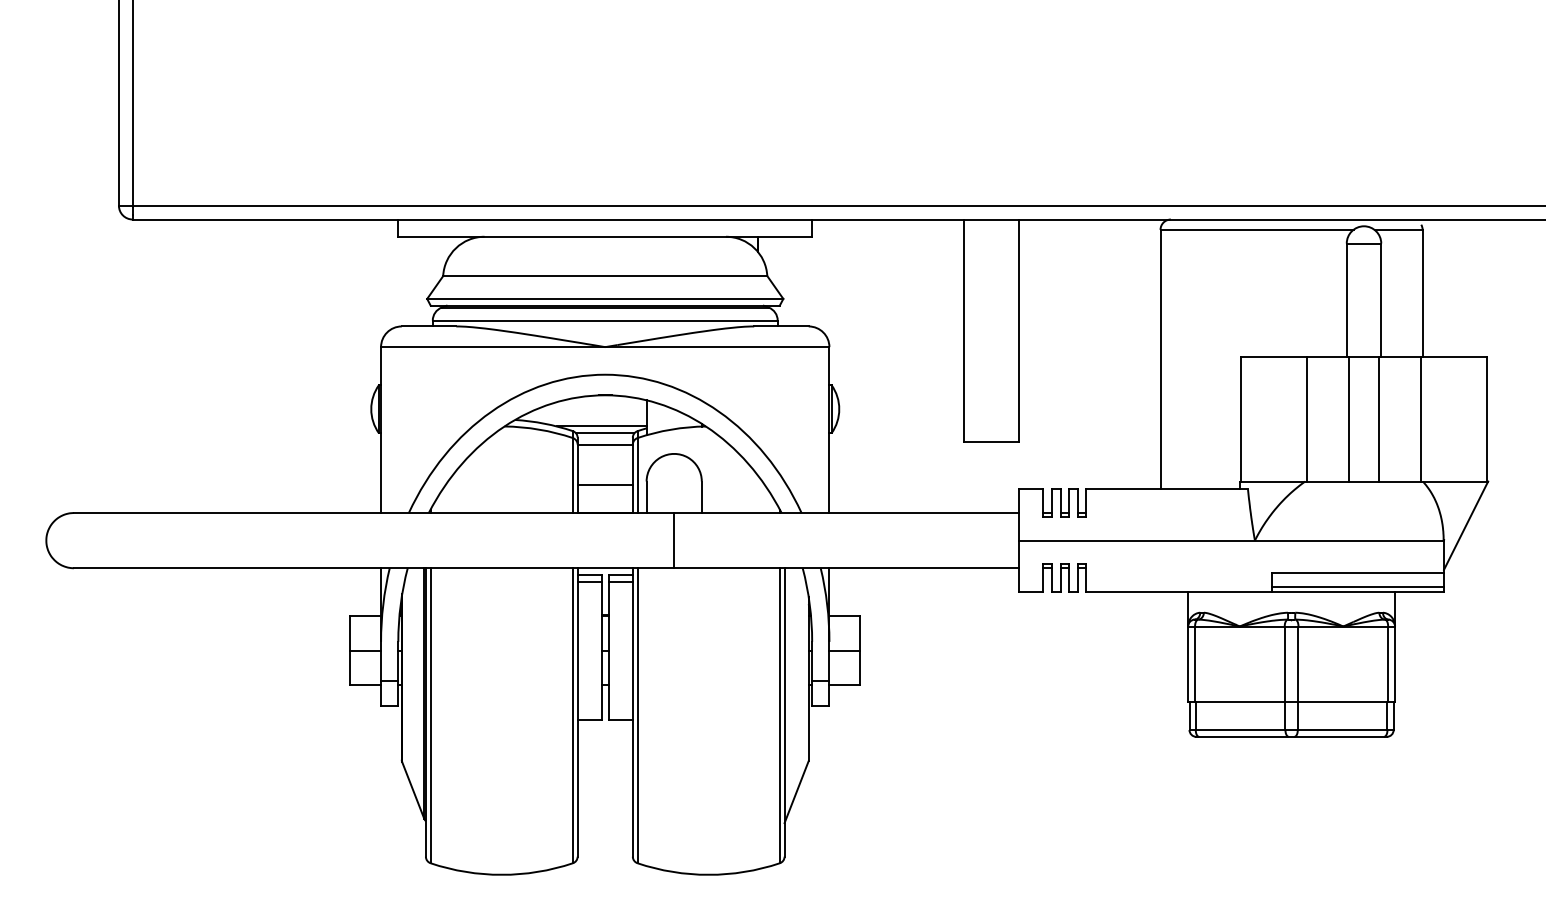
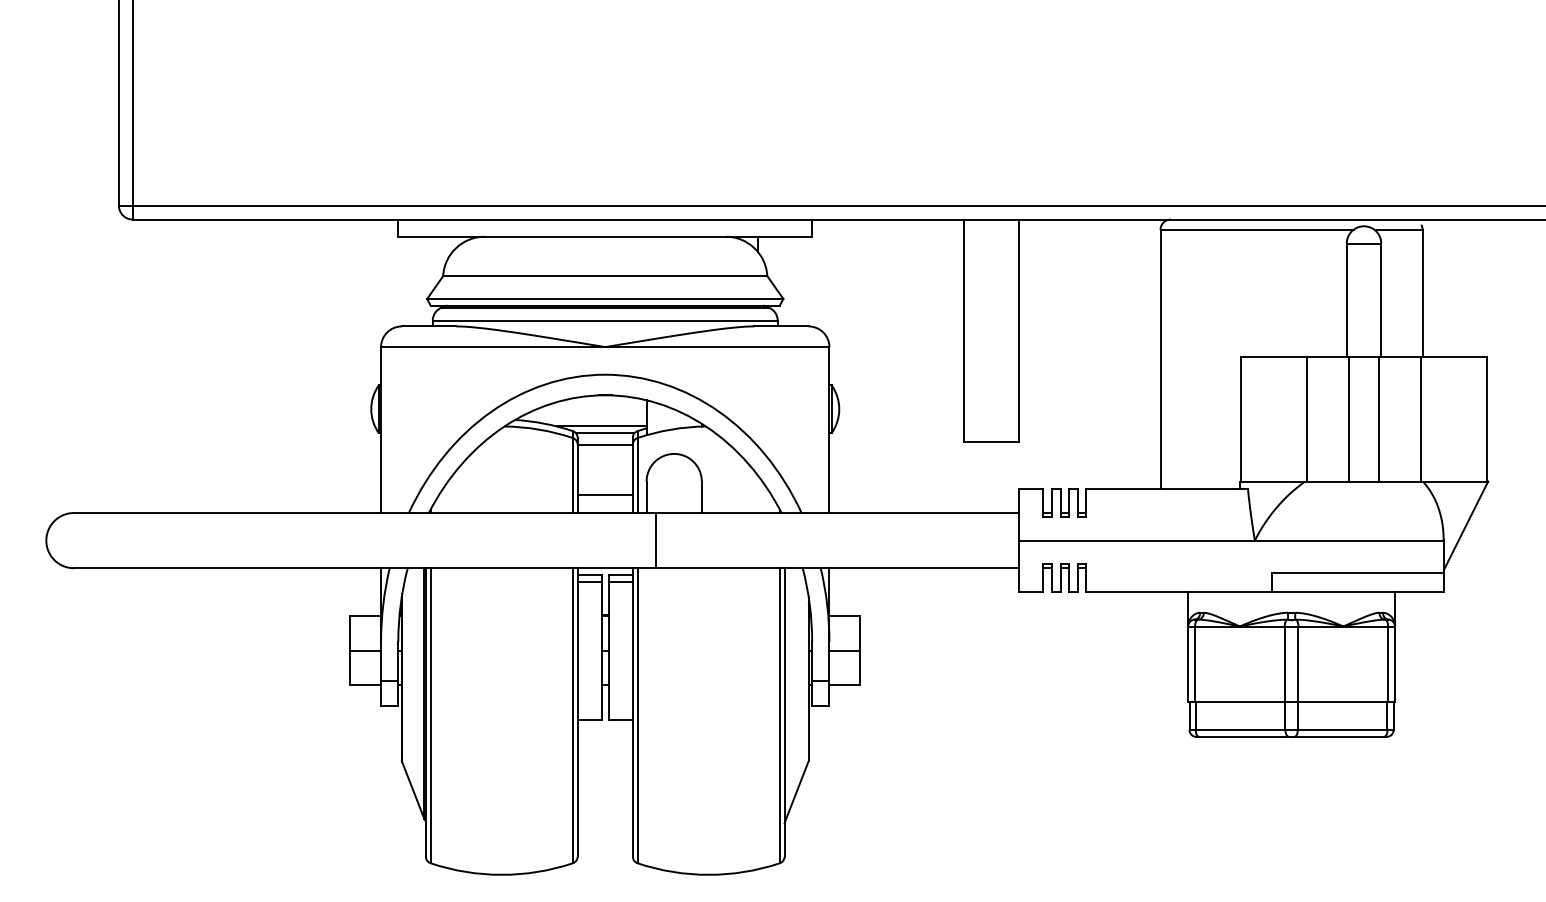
line at (604, 485) position: (604, 485) -> (604, 495)
line at (674, 540) position: (674, 540) -> (656, 540)
line at (1357, 586): present -> none
